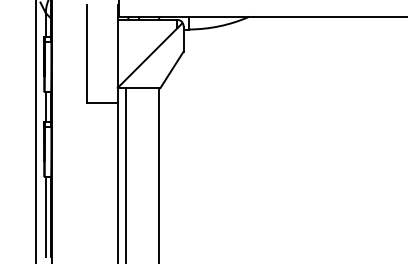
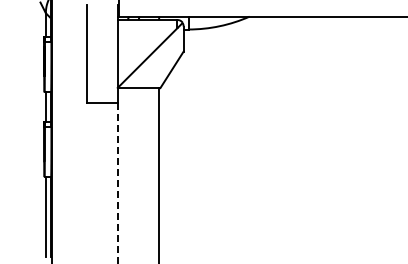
line at (35, 131): present -> none
line at (126, 174): present -> none
line at (118, 183): solid -> dashed
